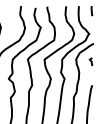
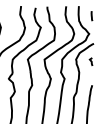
curve at (91, 11) position: (91, 11) -> (91, 16)
